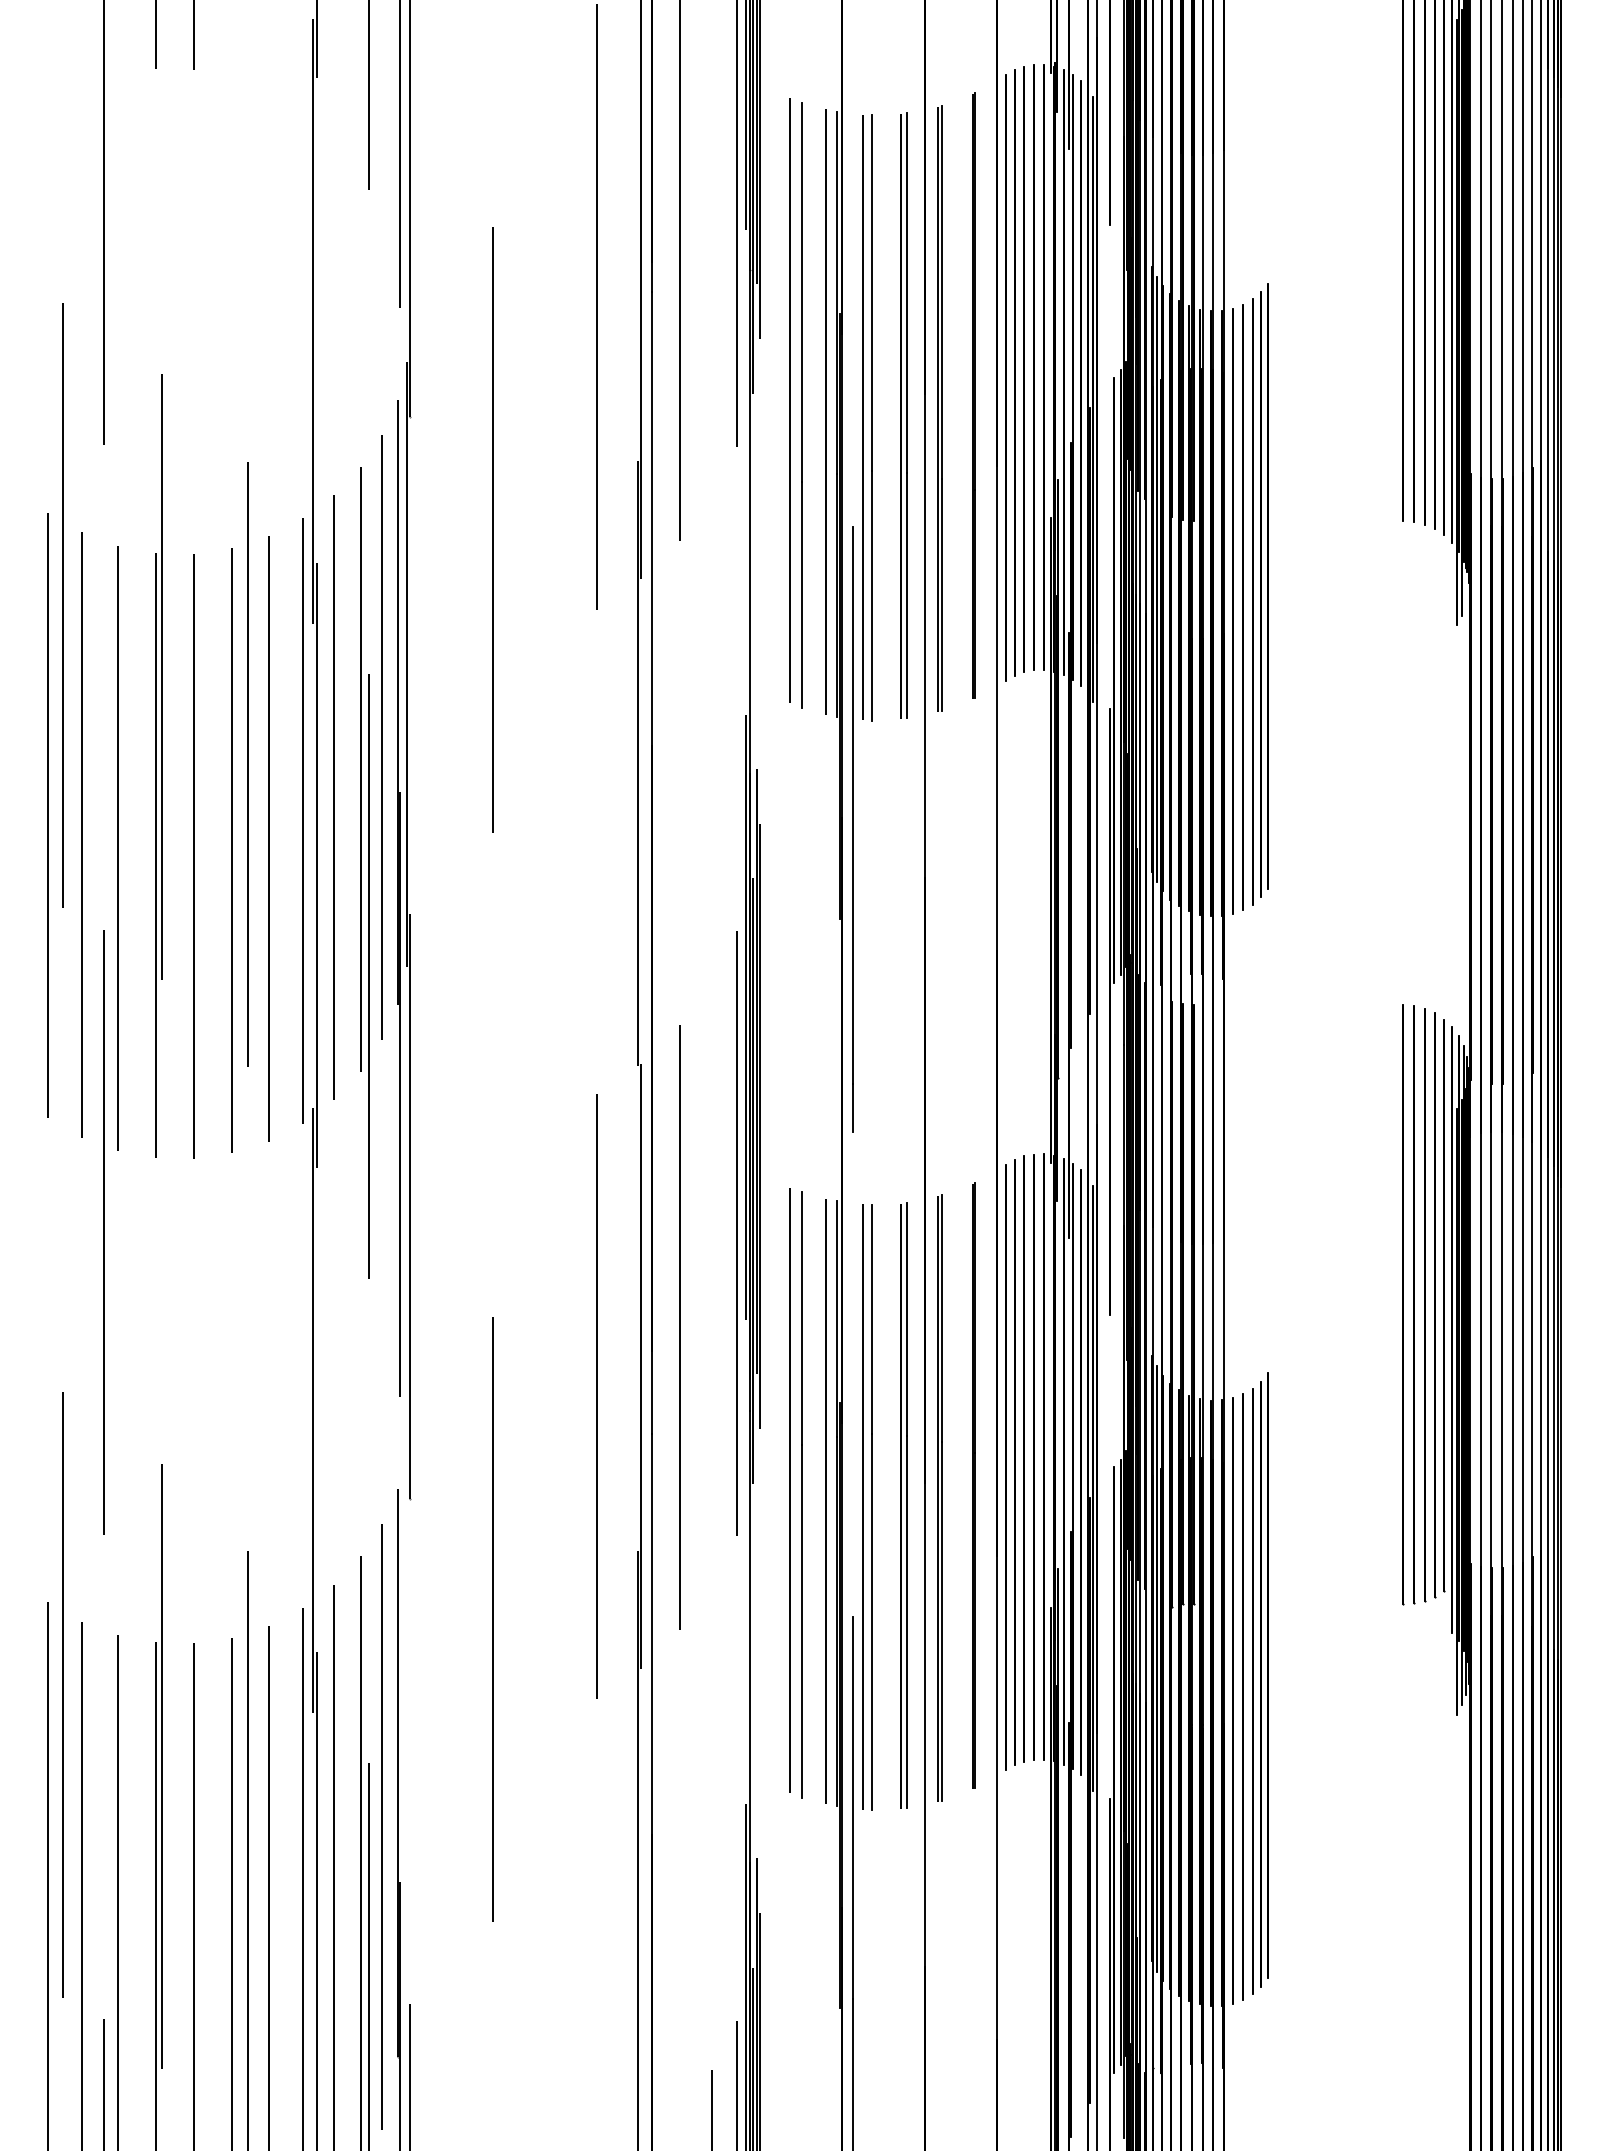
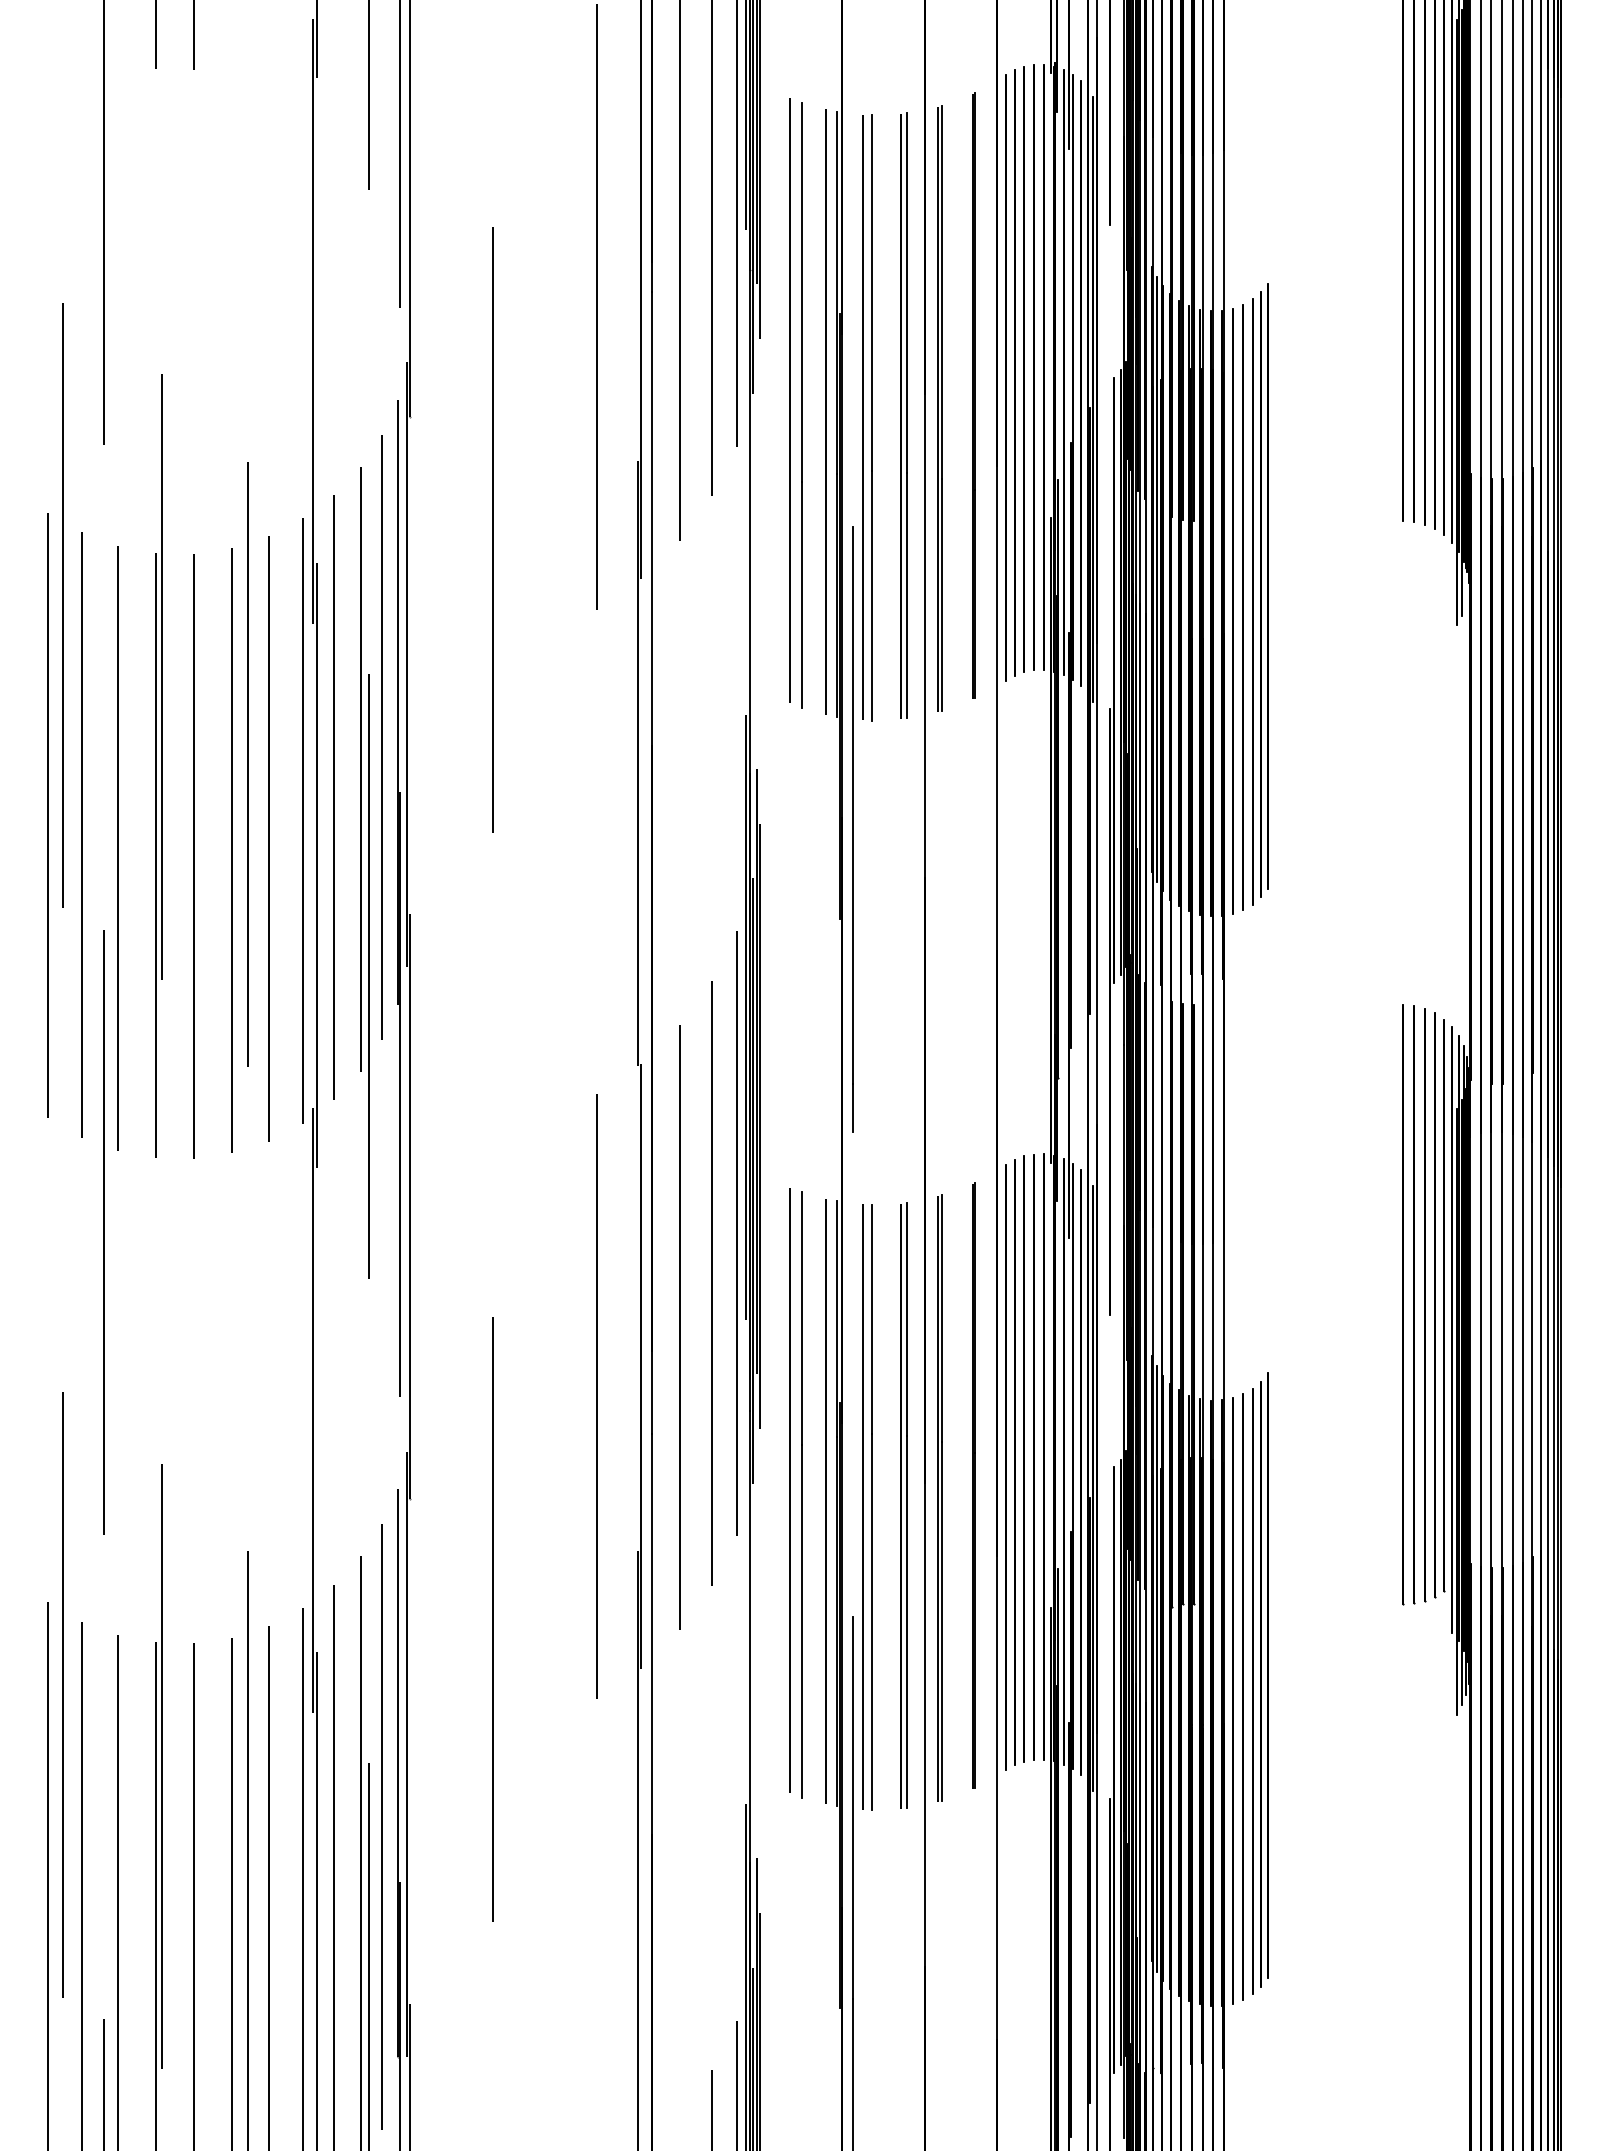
line at (712, 249): none -> present
line at (712, 1282): none -> present
line at (407, 1753): none -> present
